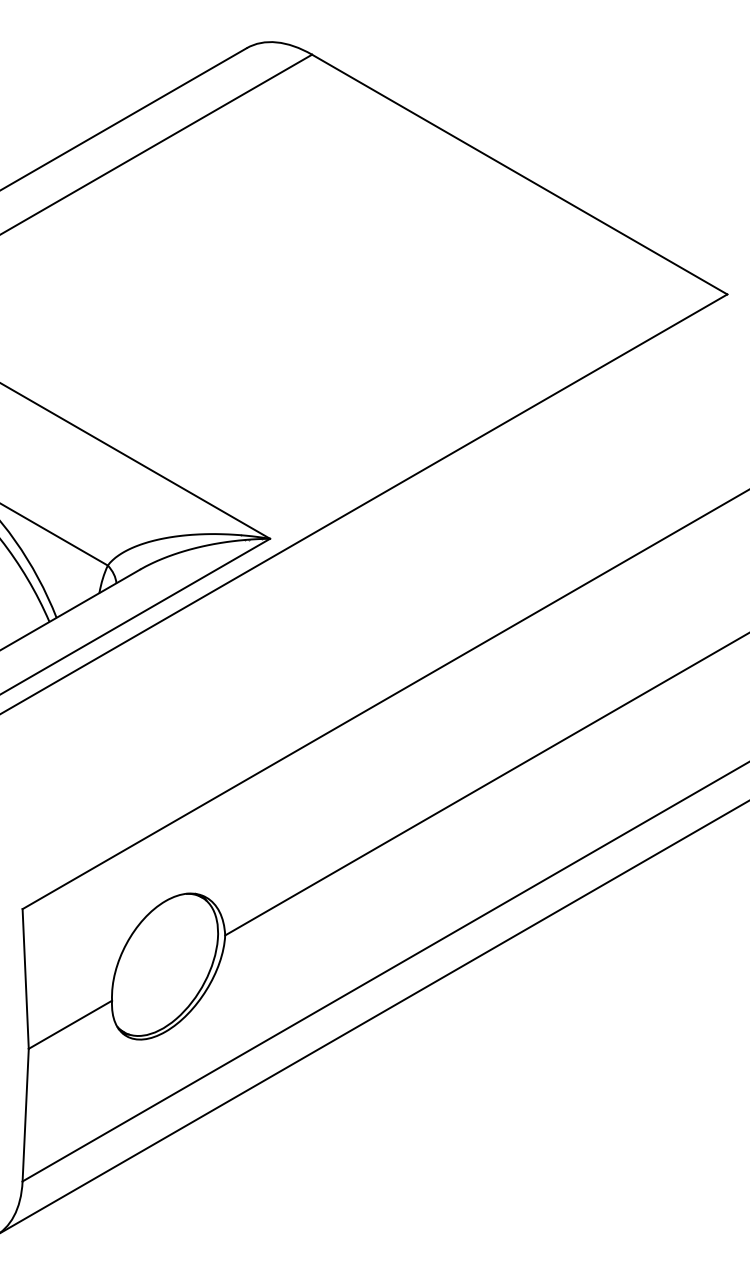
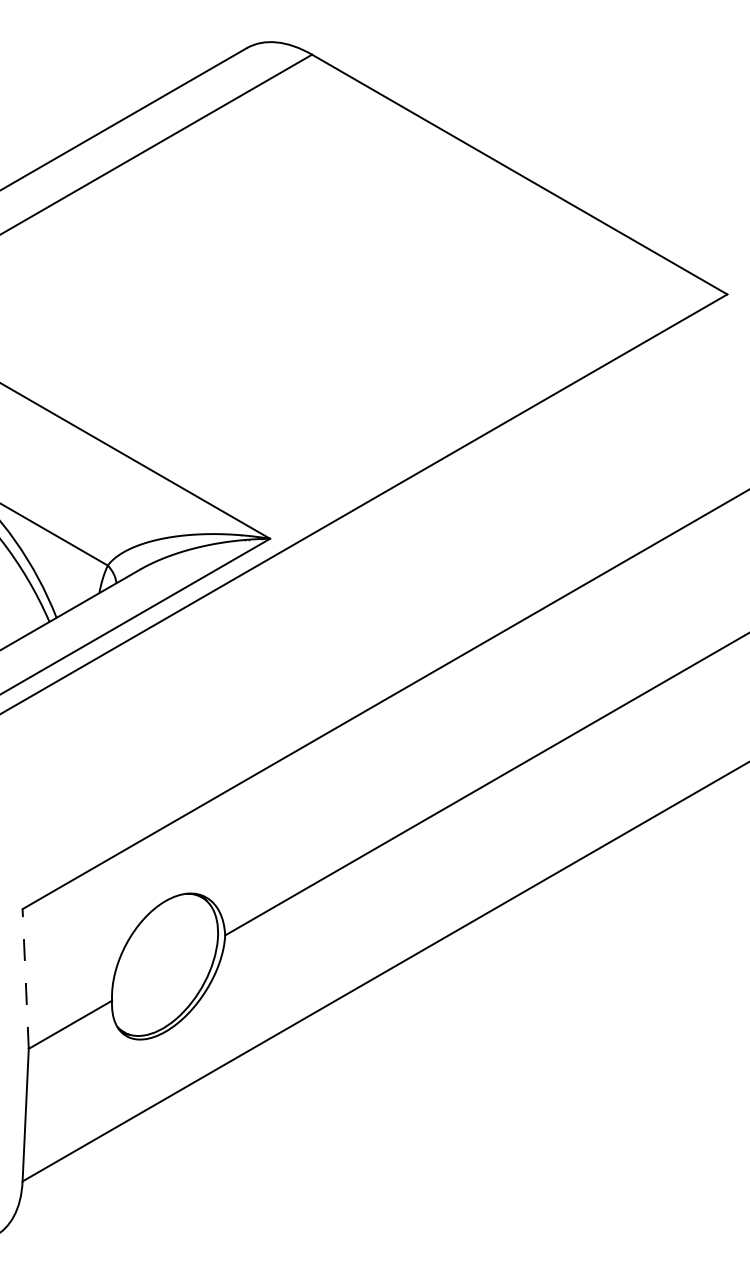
line at (25, 978): solid -> dashed
line at (374, 1016): present -> none
